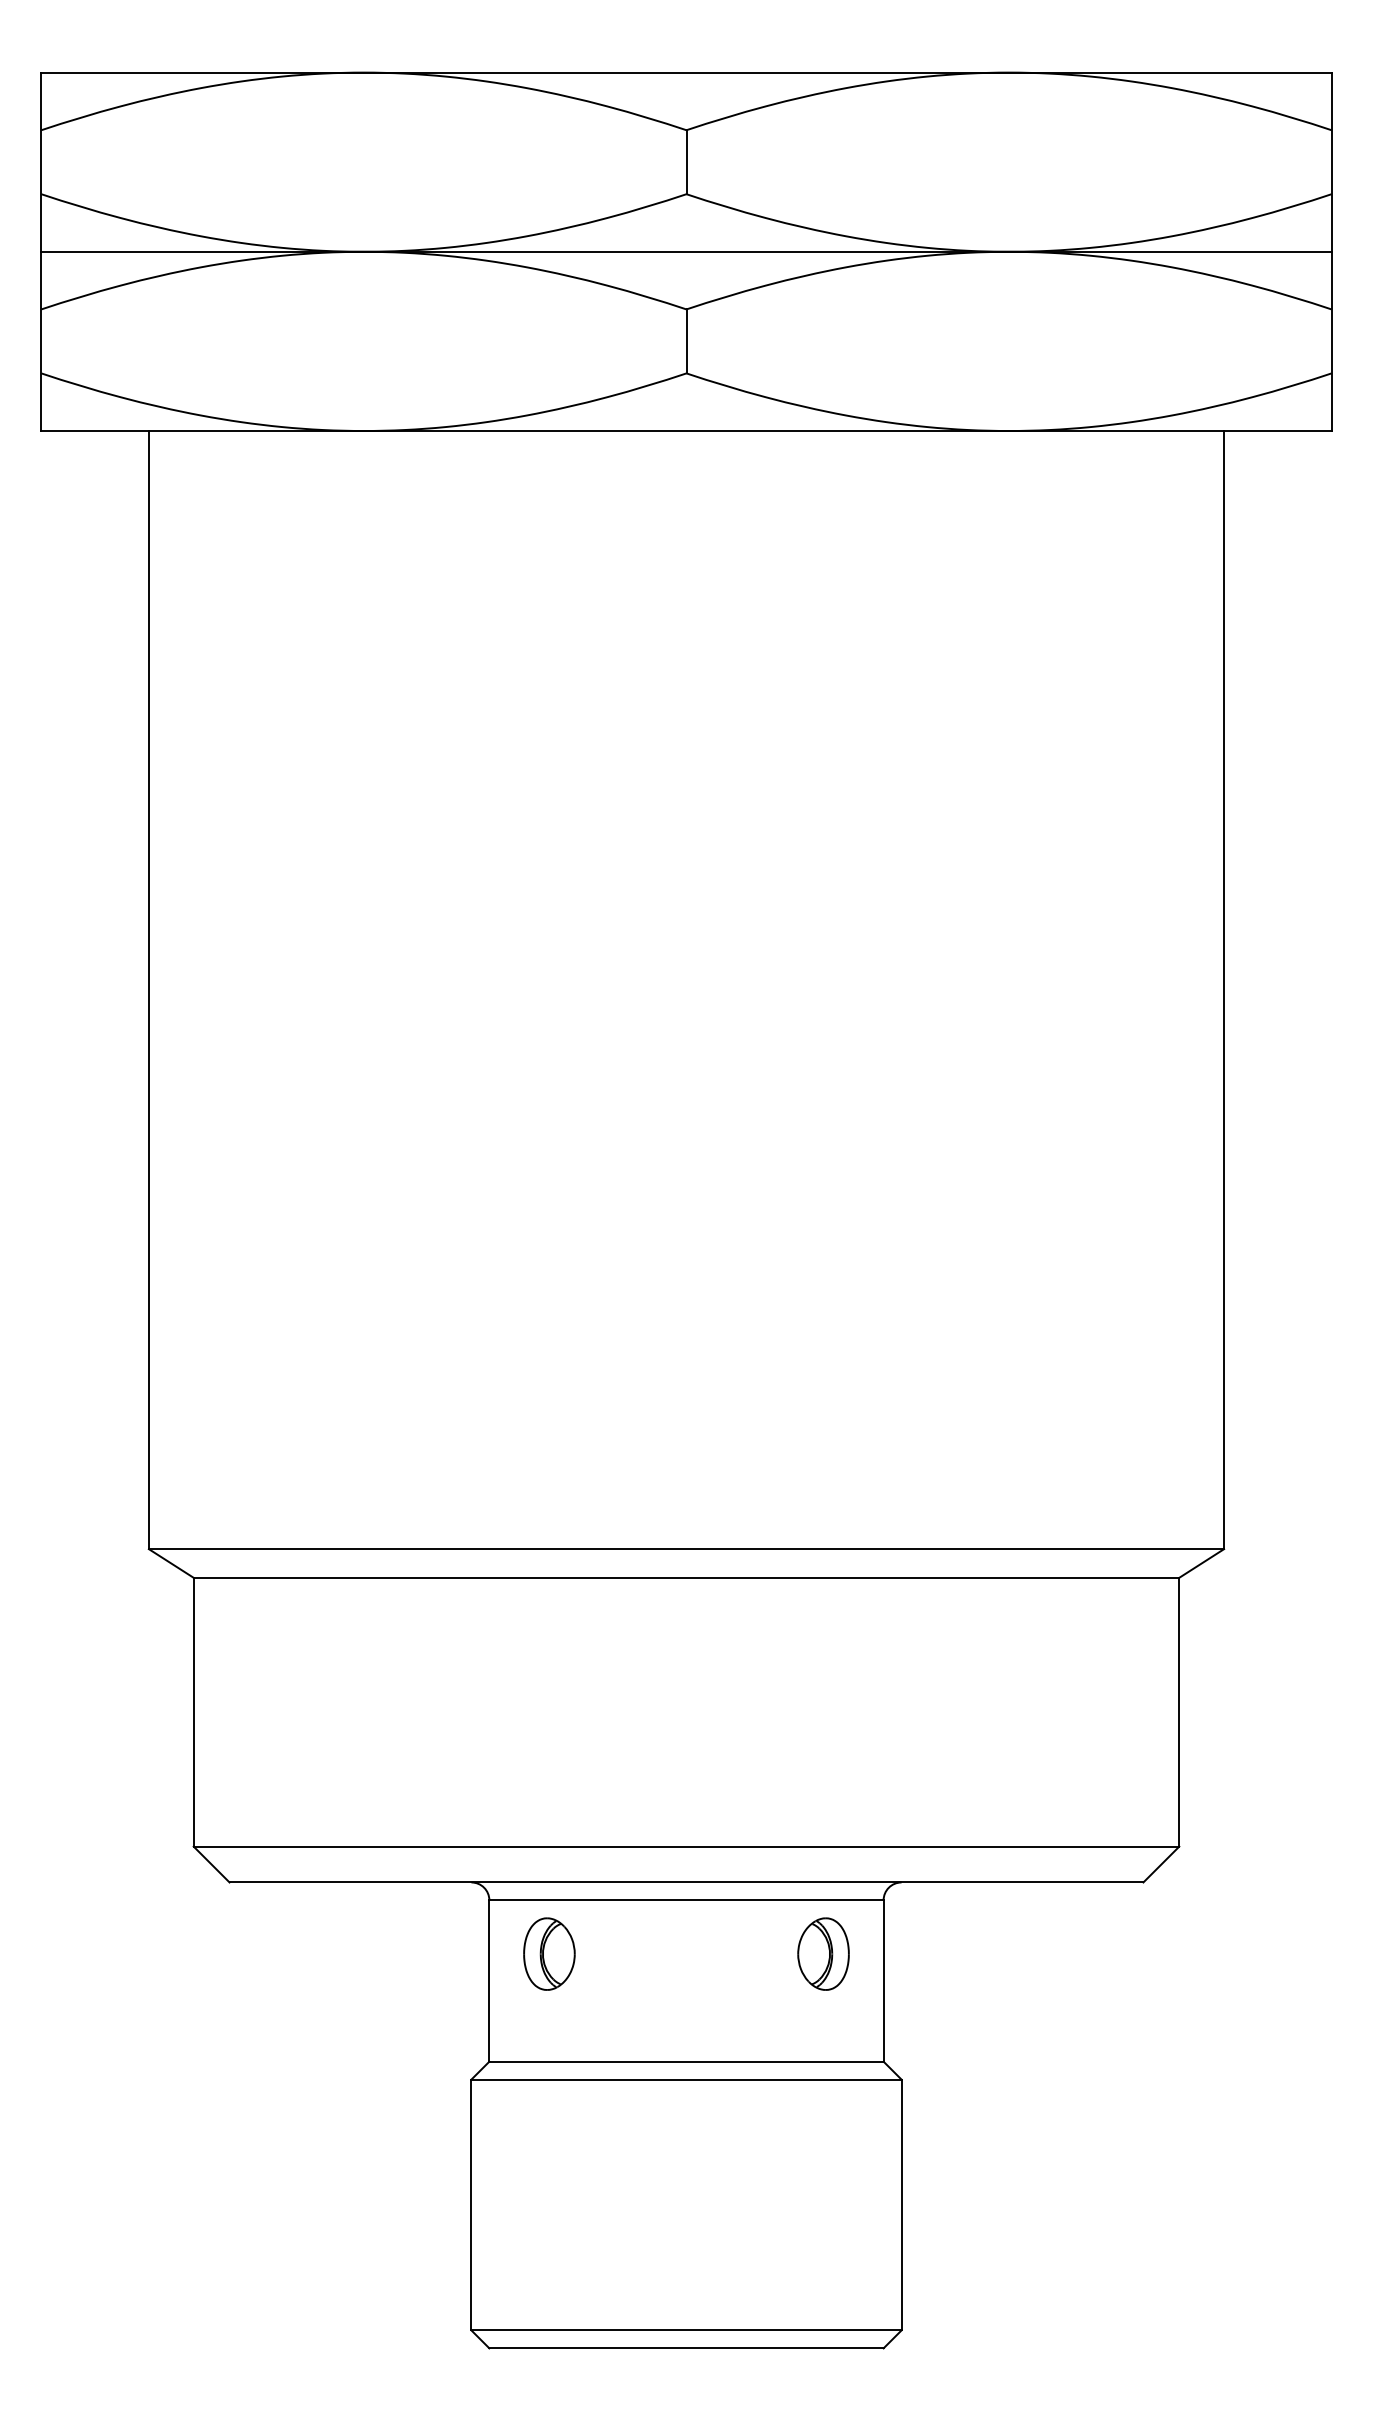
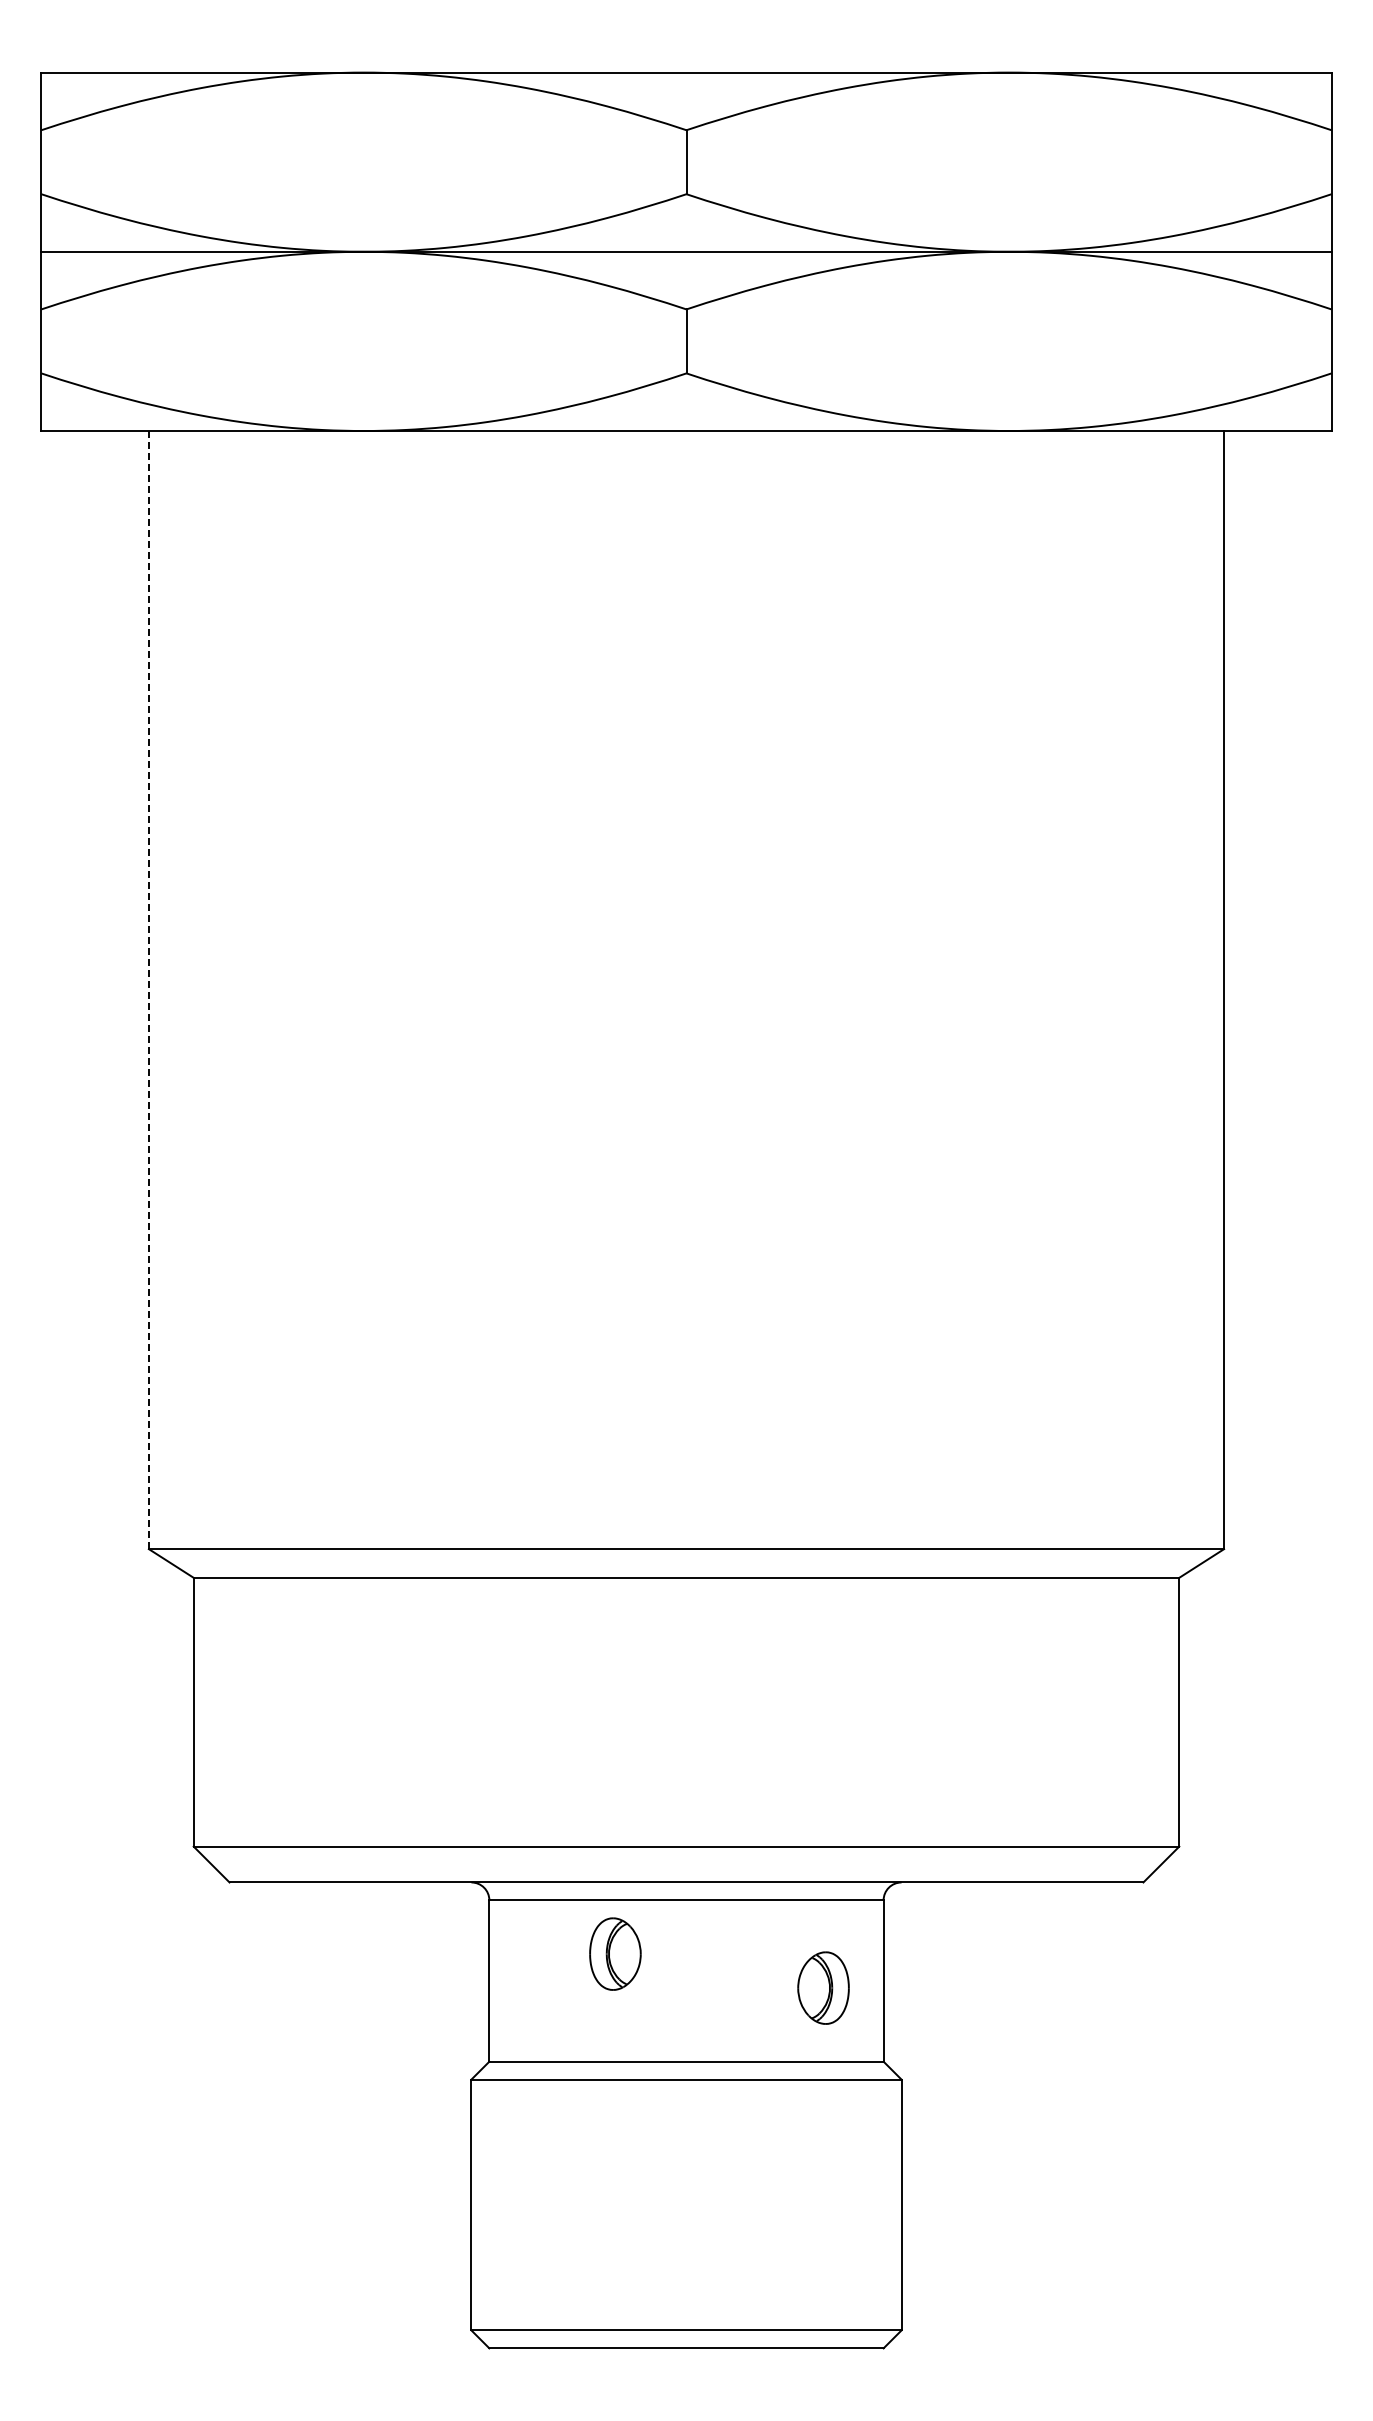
line at (148, 989): solid -> dashed
part at (549, 1953) position: (549, 1953) -> (615, 1953)
part at (823, 1953) position: (823, 1953) -> (823, 1987)
